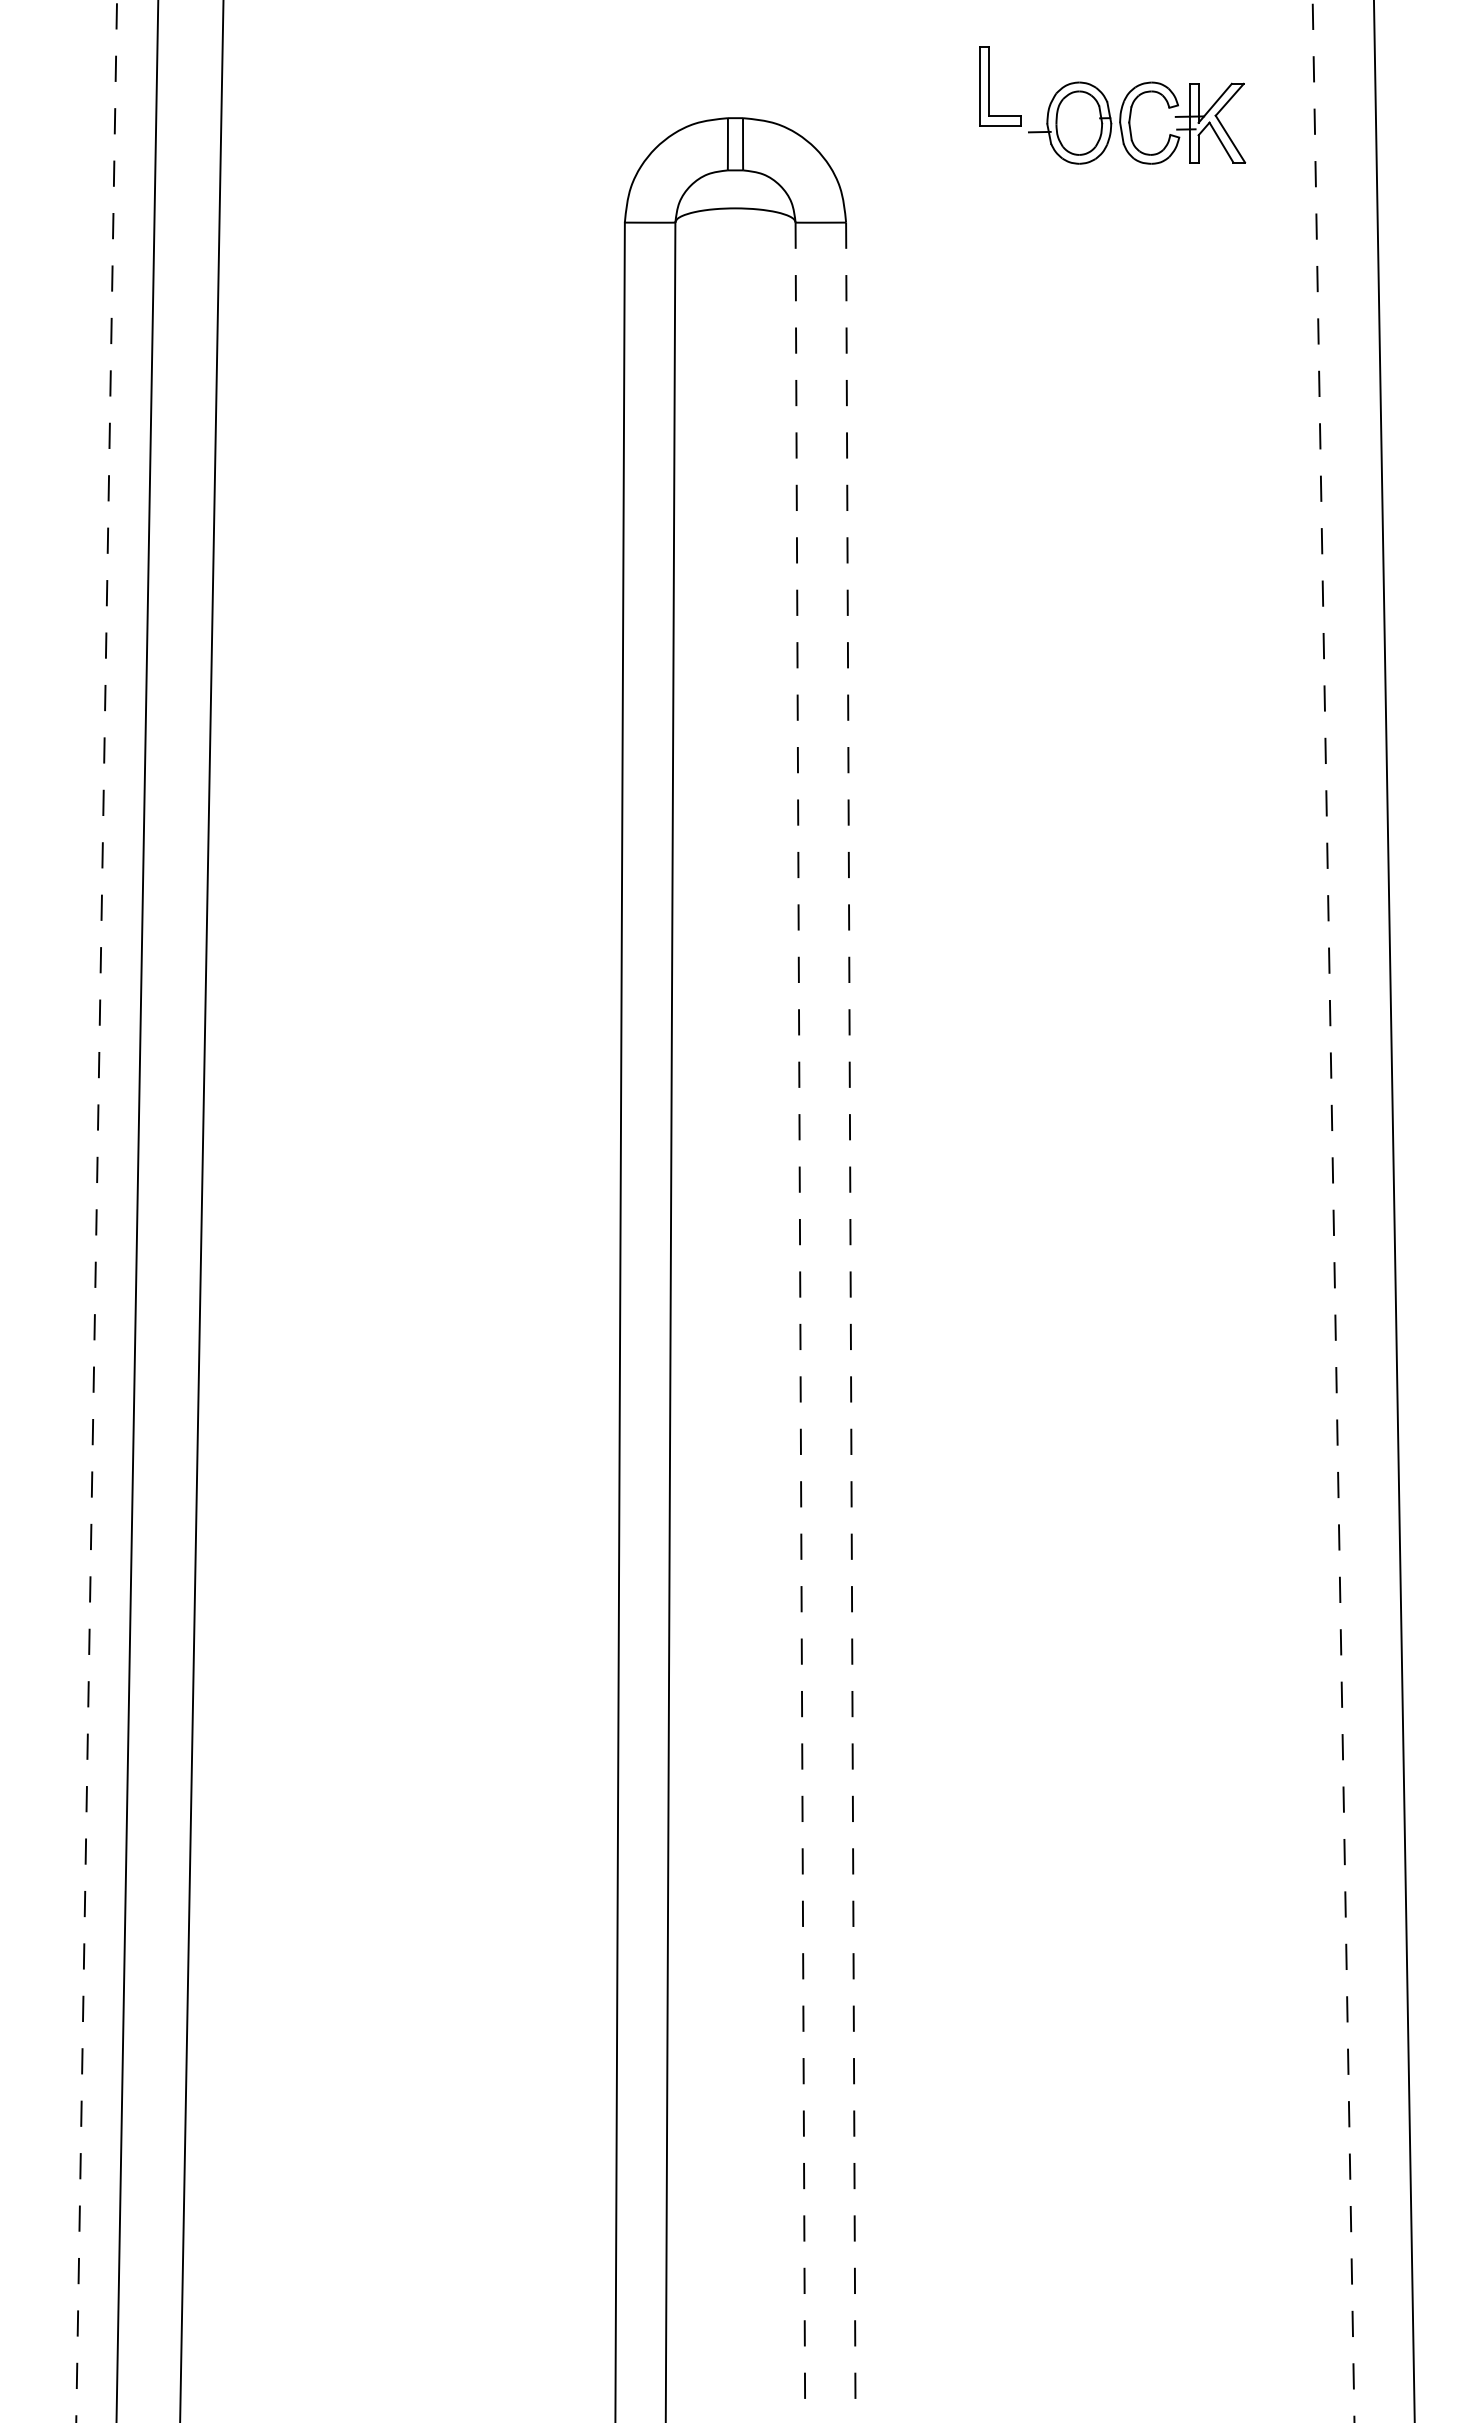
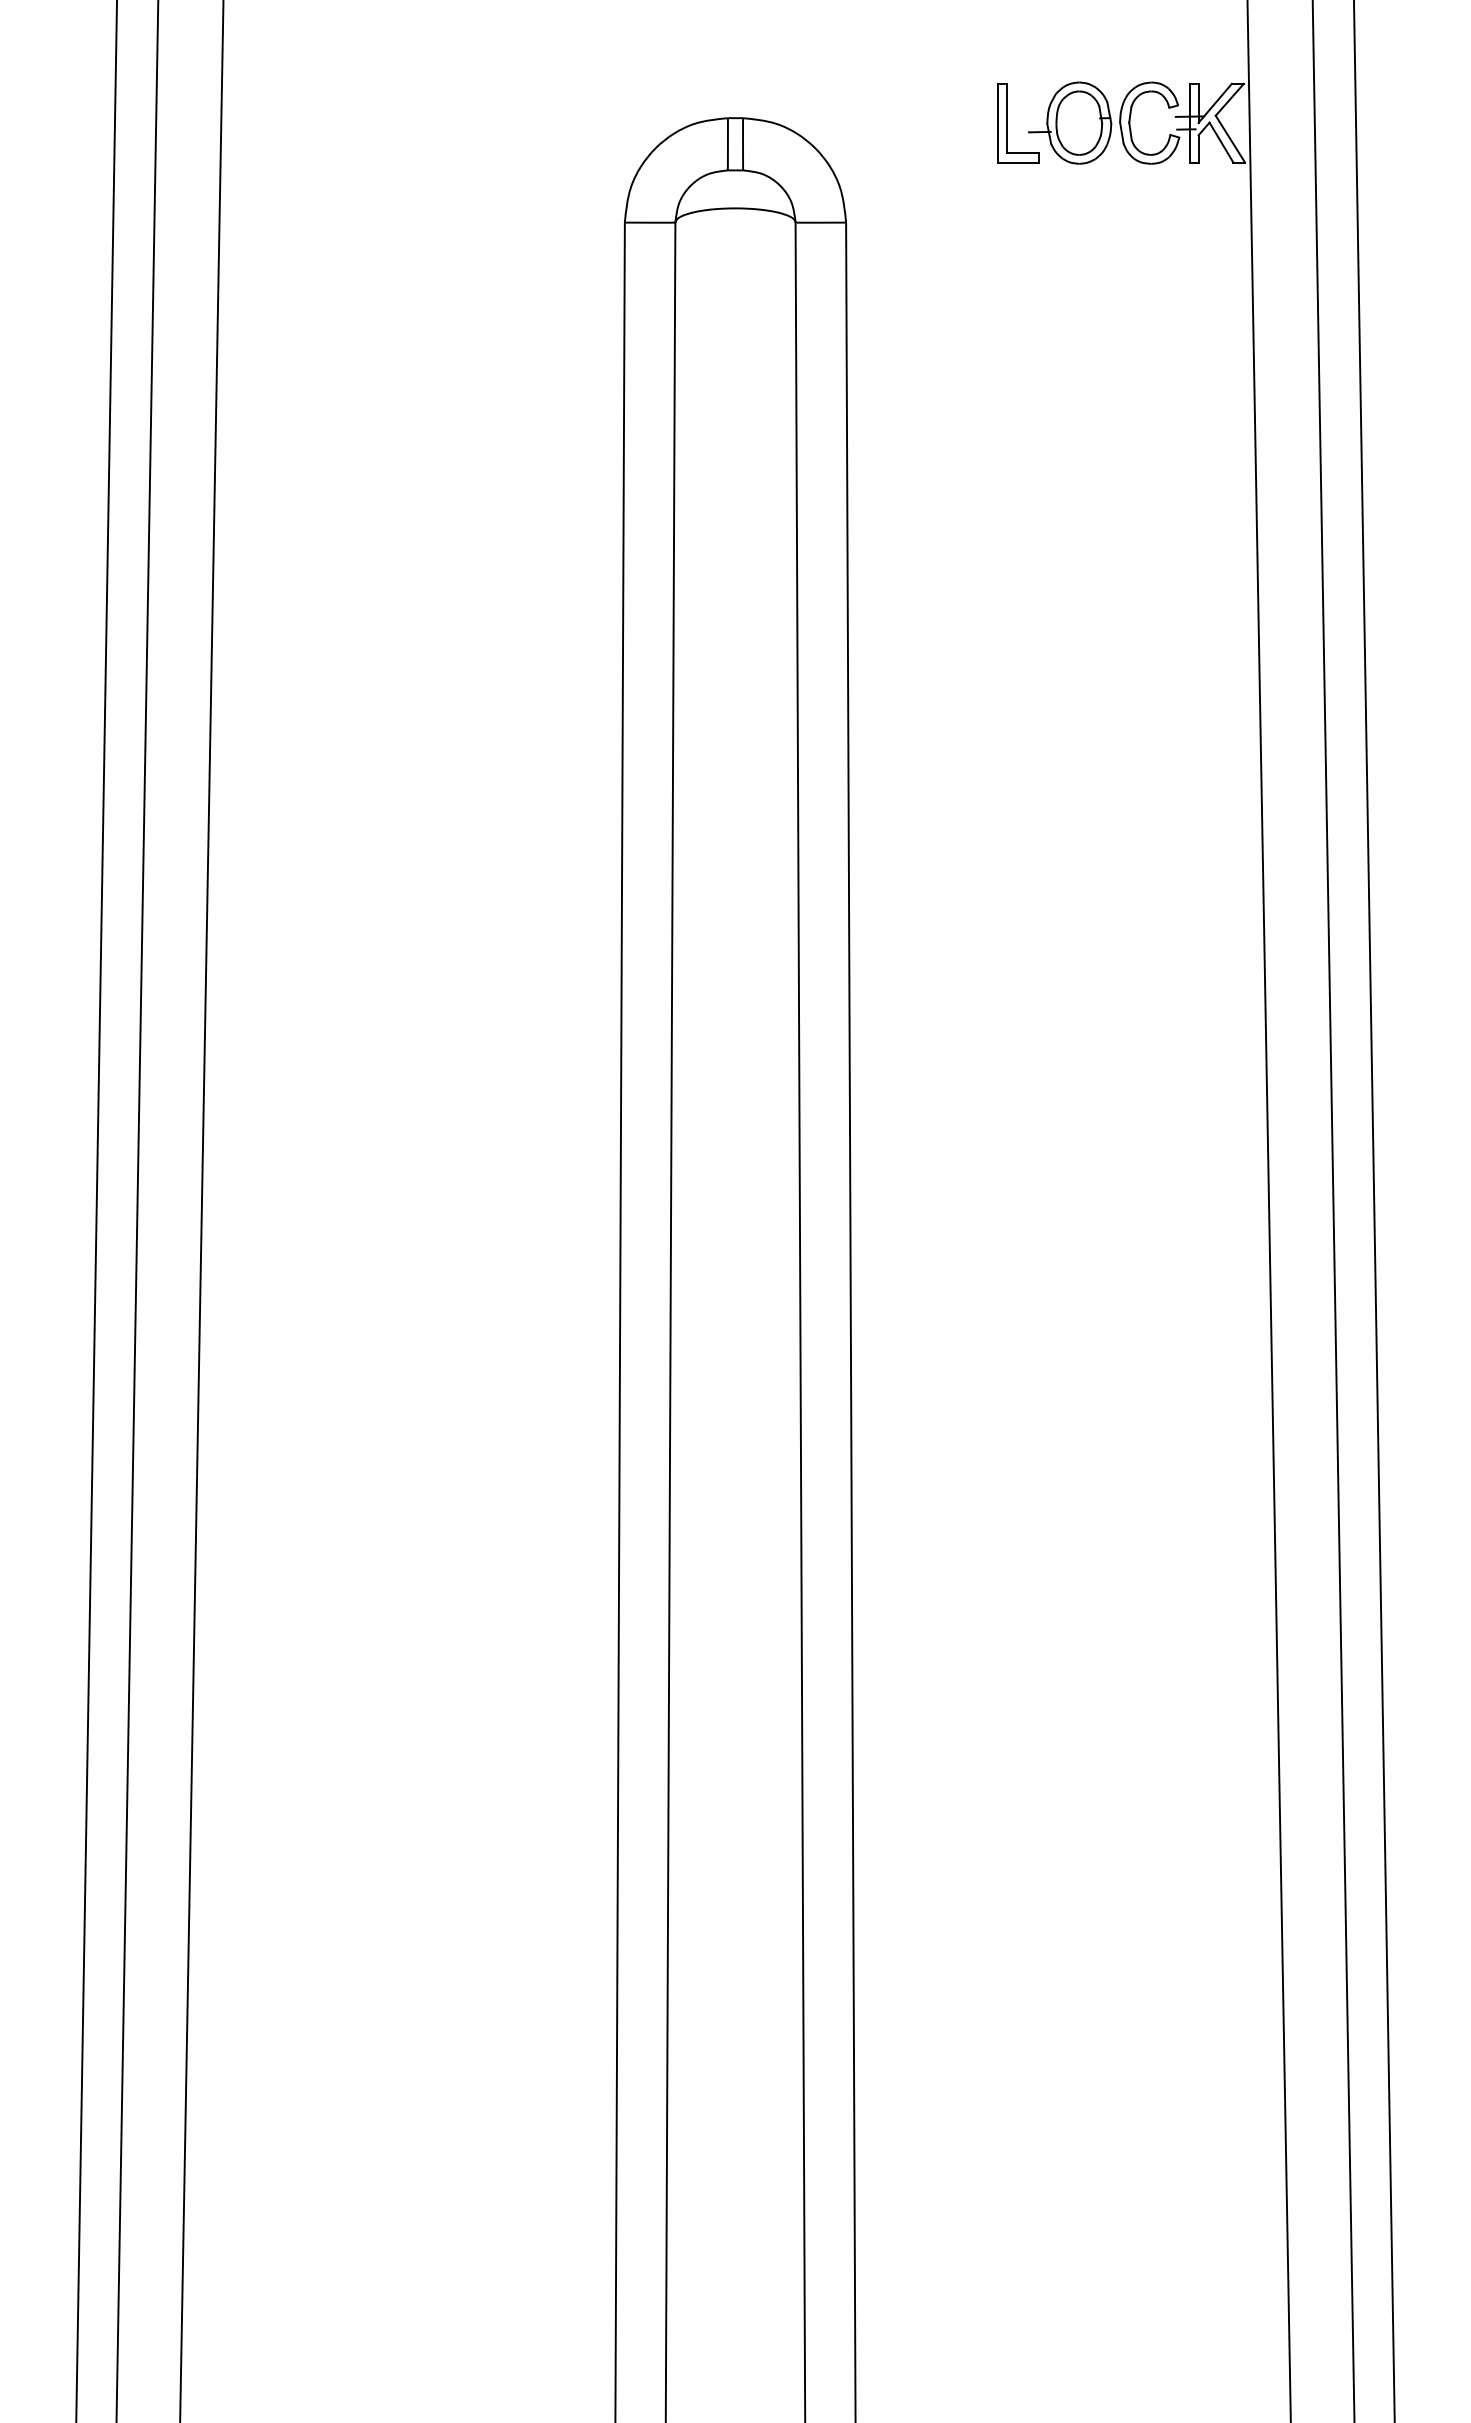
part at (989, 86) position: (989, 86) -> (1007, 123)
line at (1268, 1210): none -> present
line at (1394, 1210) position: (1394, 1210) -> (1374, 1210)
line at (96, 1211): dashed -> solid
line at (1333, 1211): dashed -> solid
line at (800, 1322): dashed -> solid
line at (850, 1322): dashed -> solid
